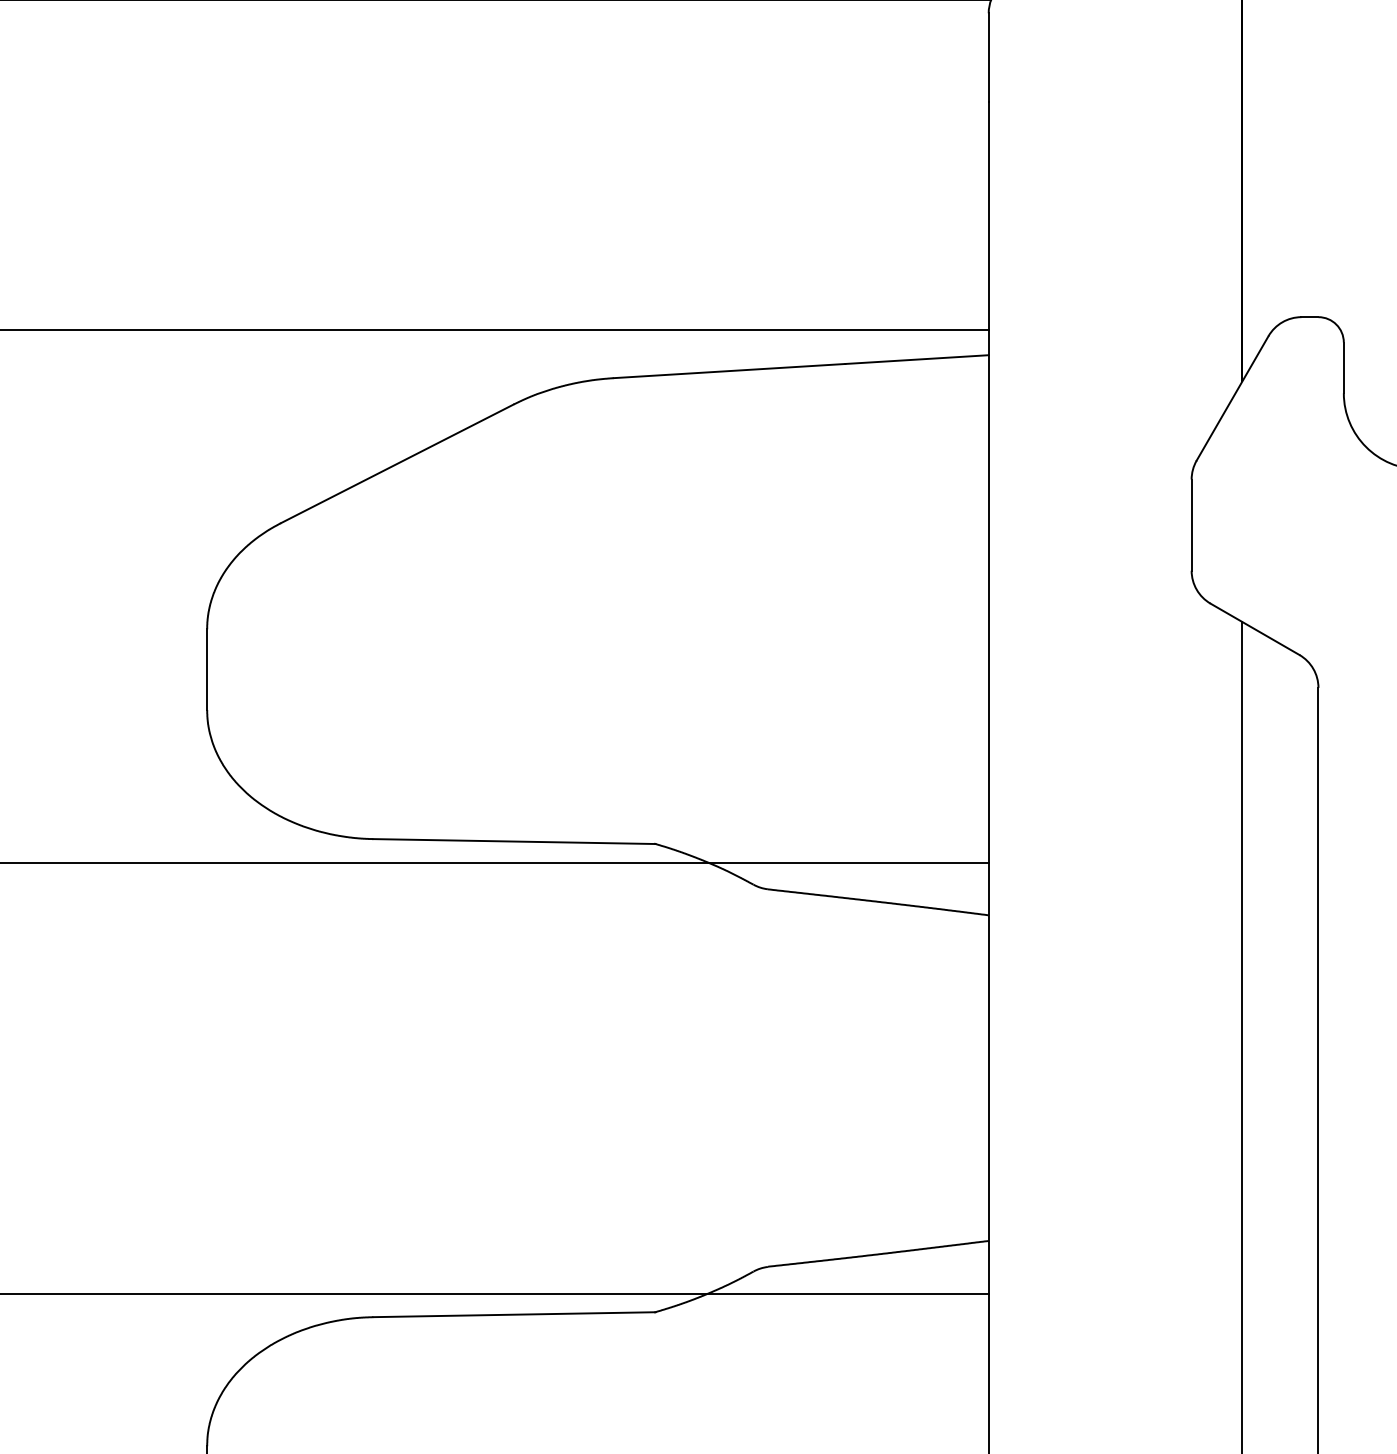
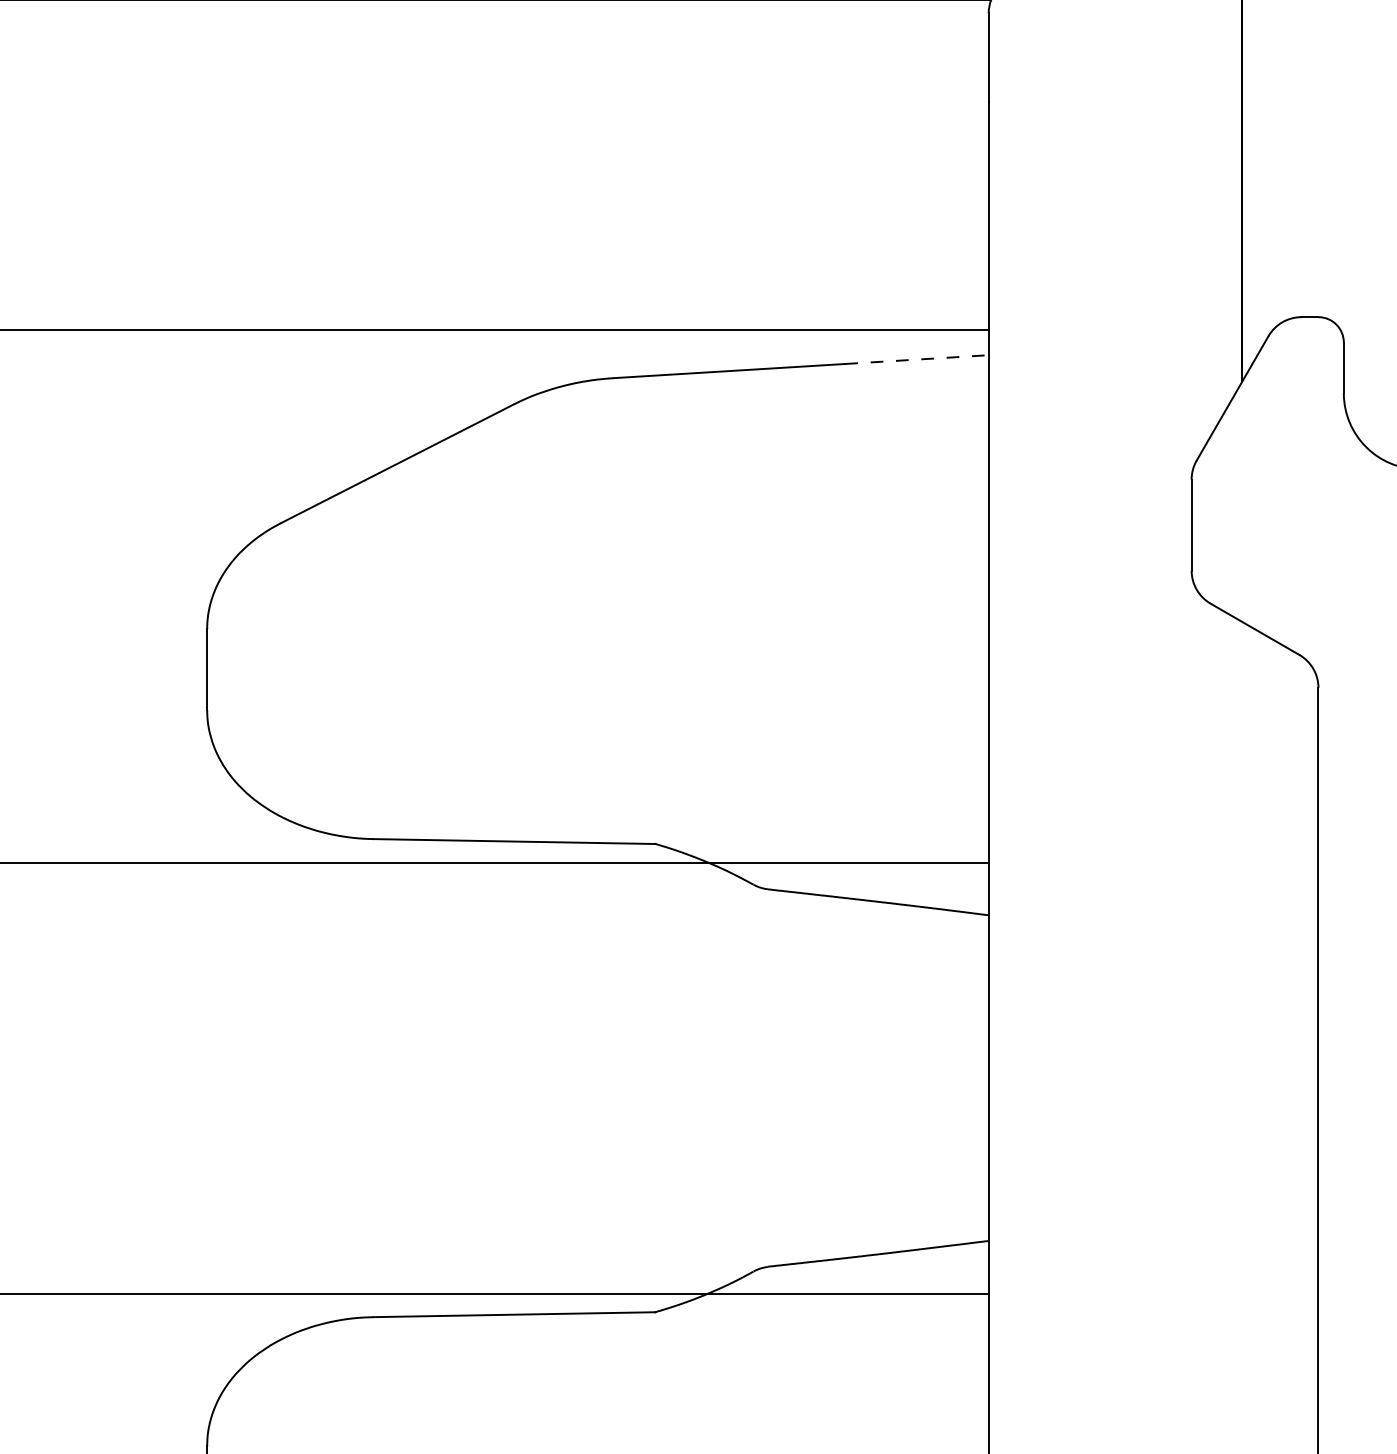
line at (917, 359): solid -> dashed
line at (1242, 1036): present -> none
